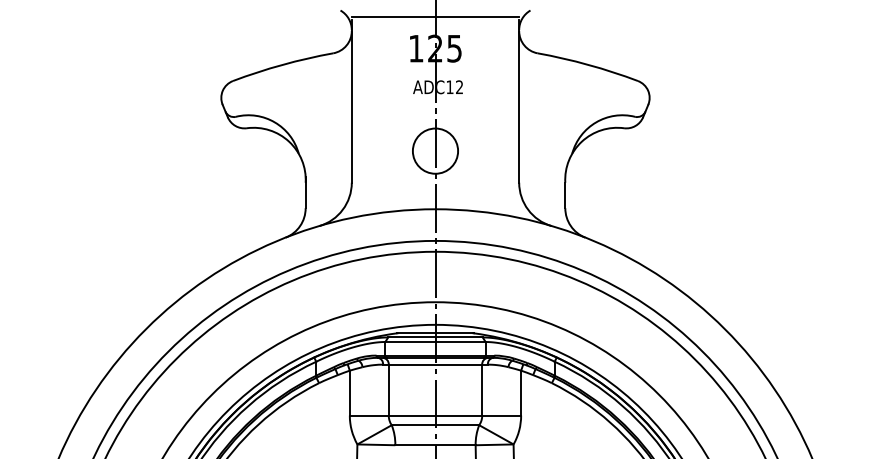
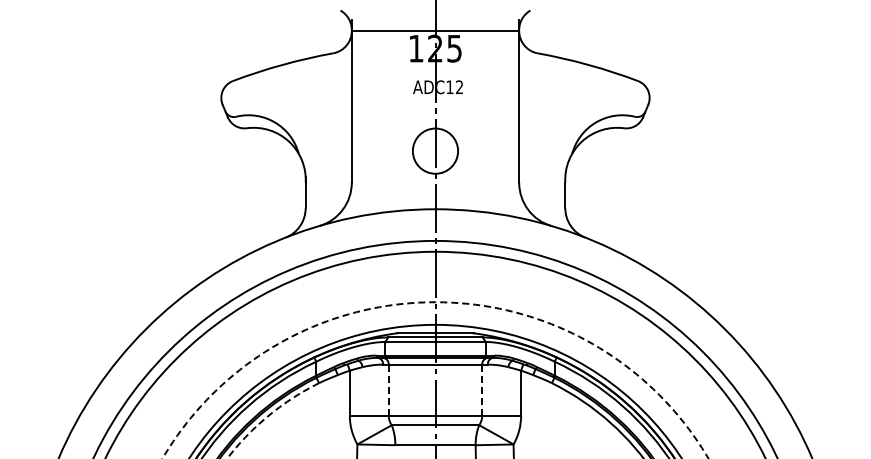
line at (435, 17) position: (435, 17) -> (435, 31)
circle at (435, 380): solid -> dashed
line at (482, 389): solid -> dashed
line at (388, 390): solid -> dashed
arc at (268, 415): solid -> dashed
